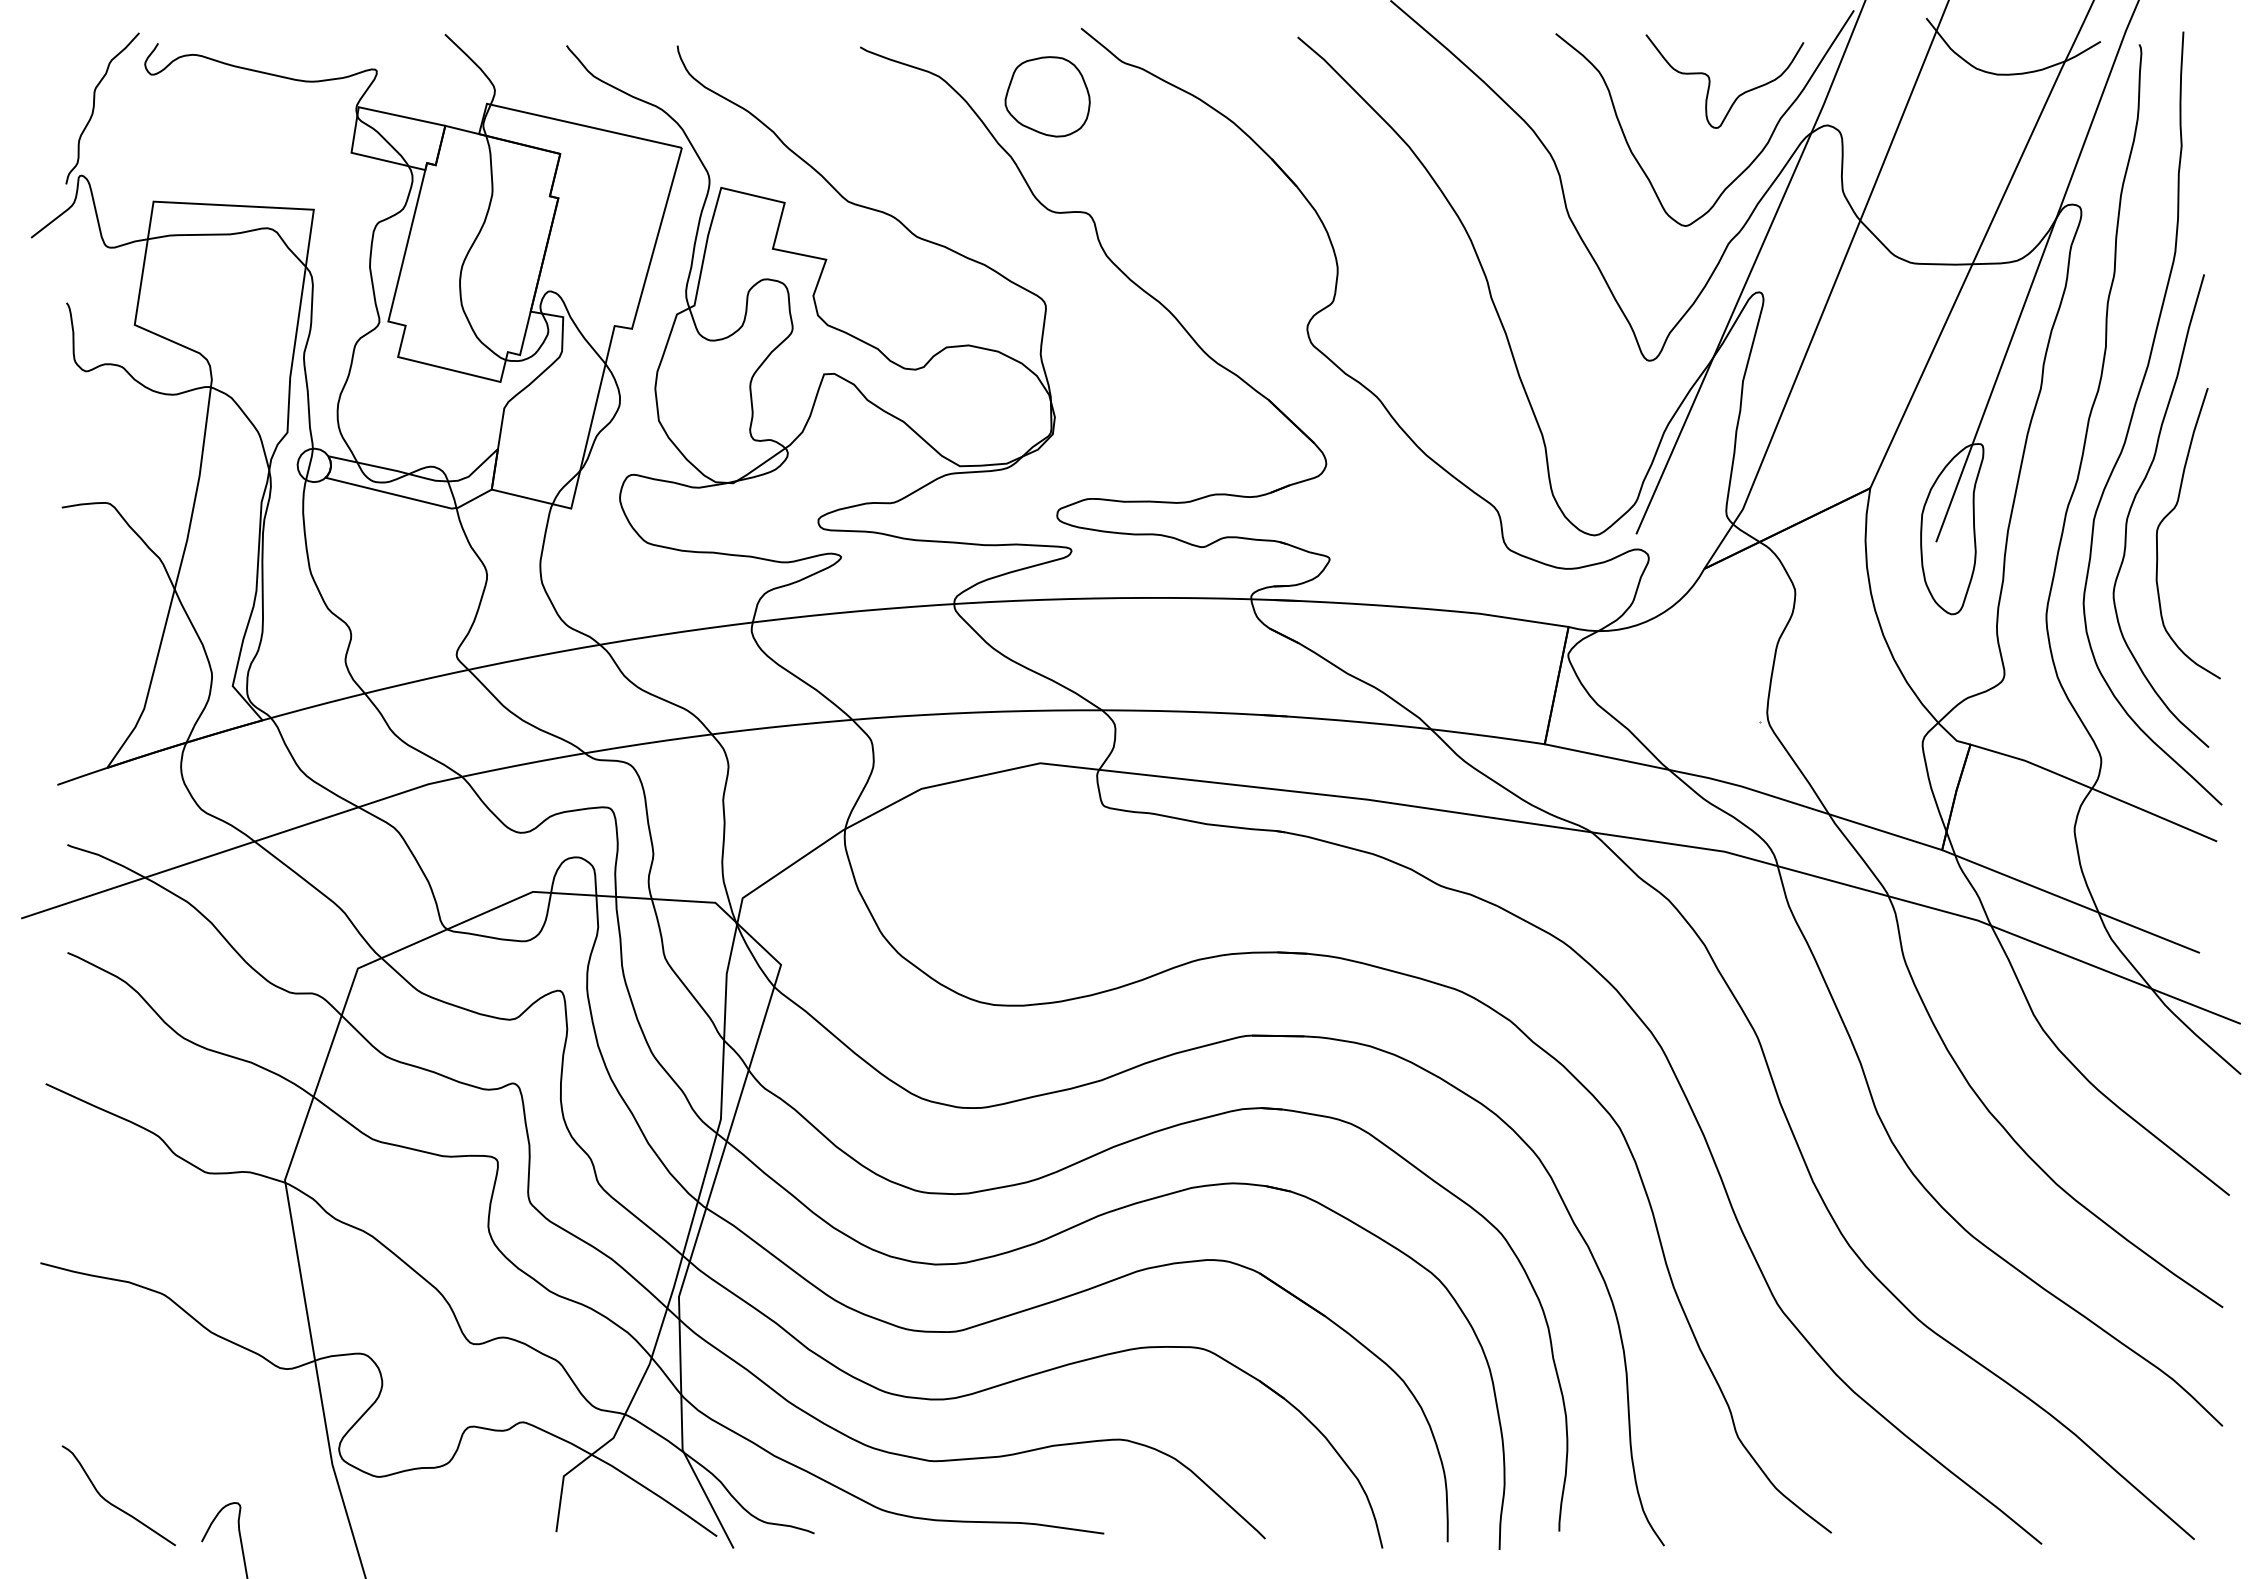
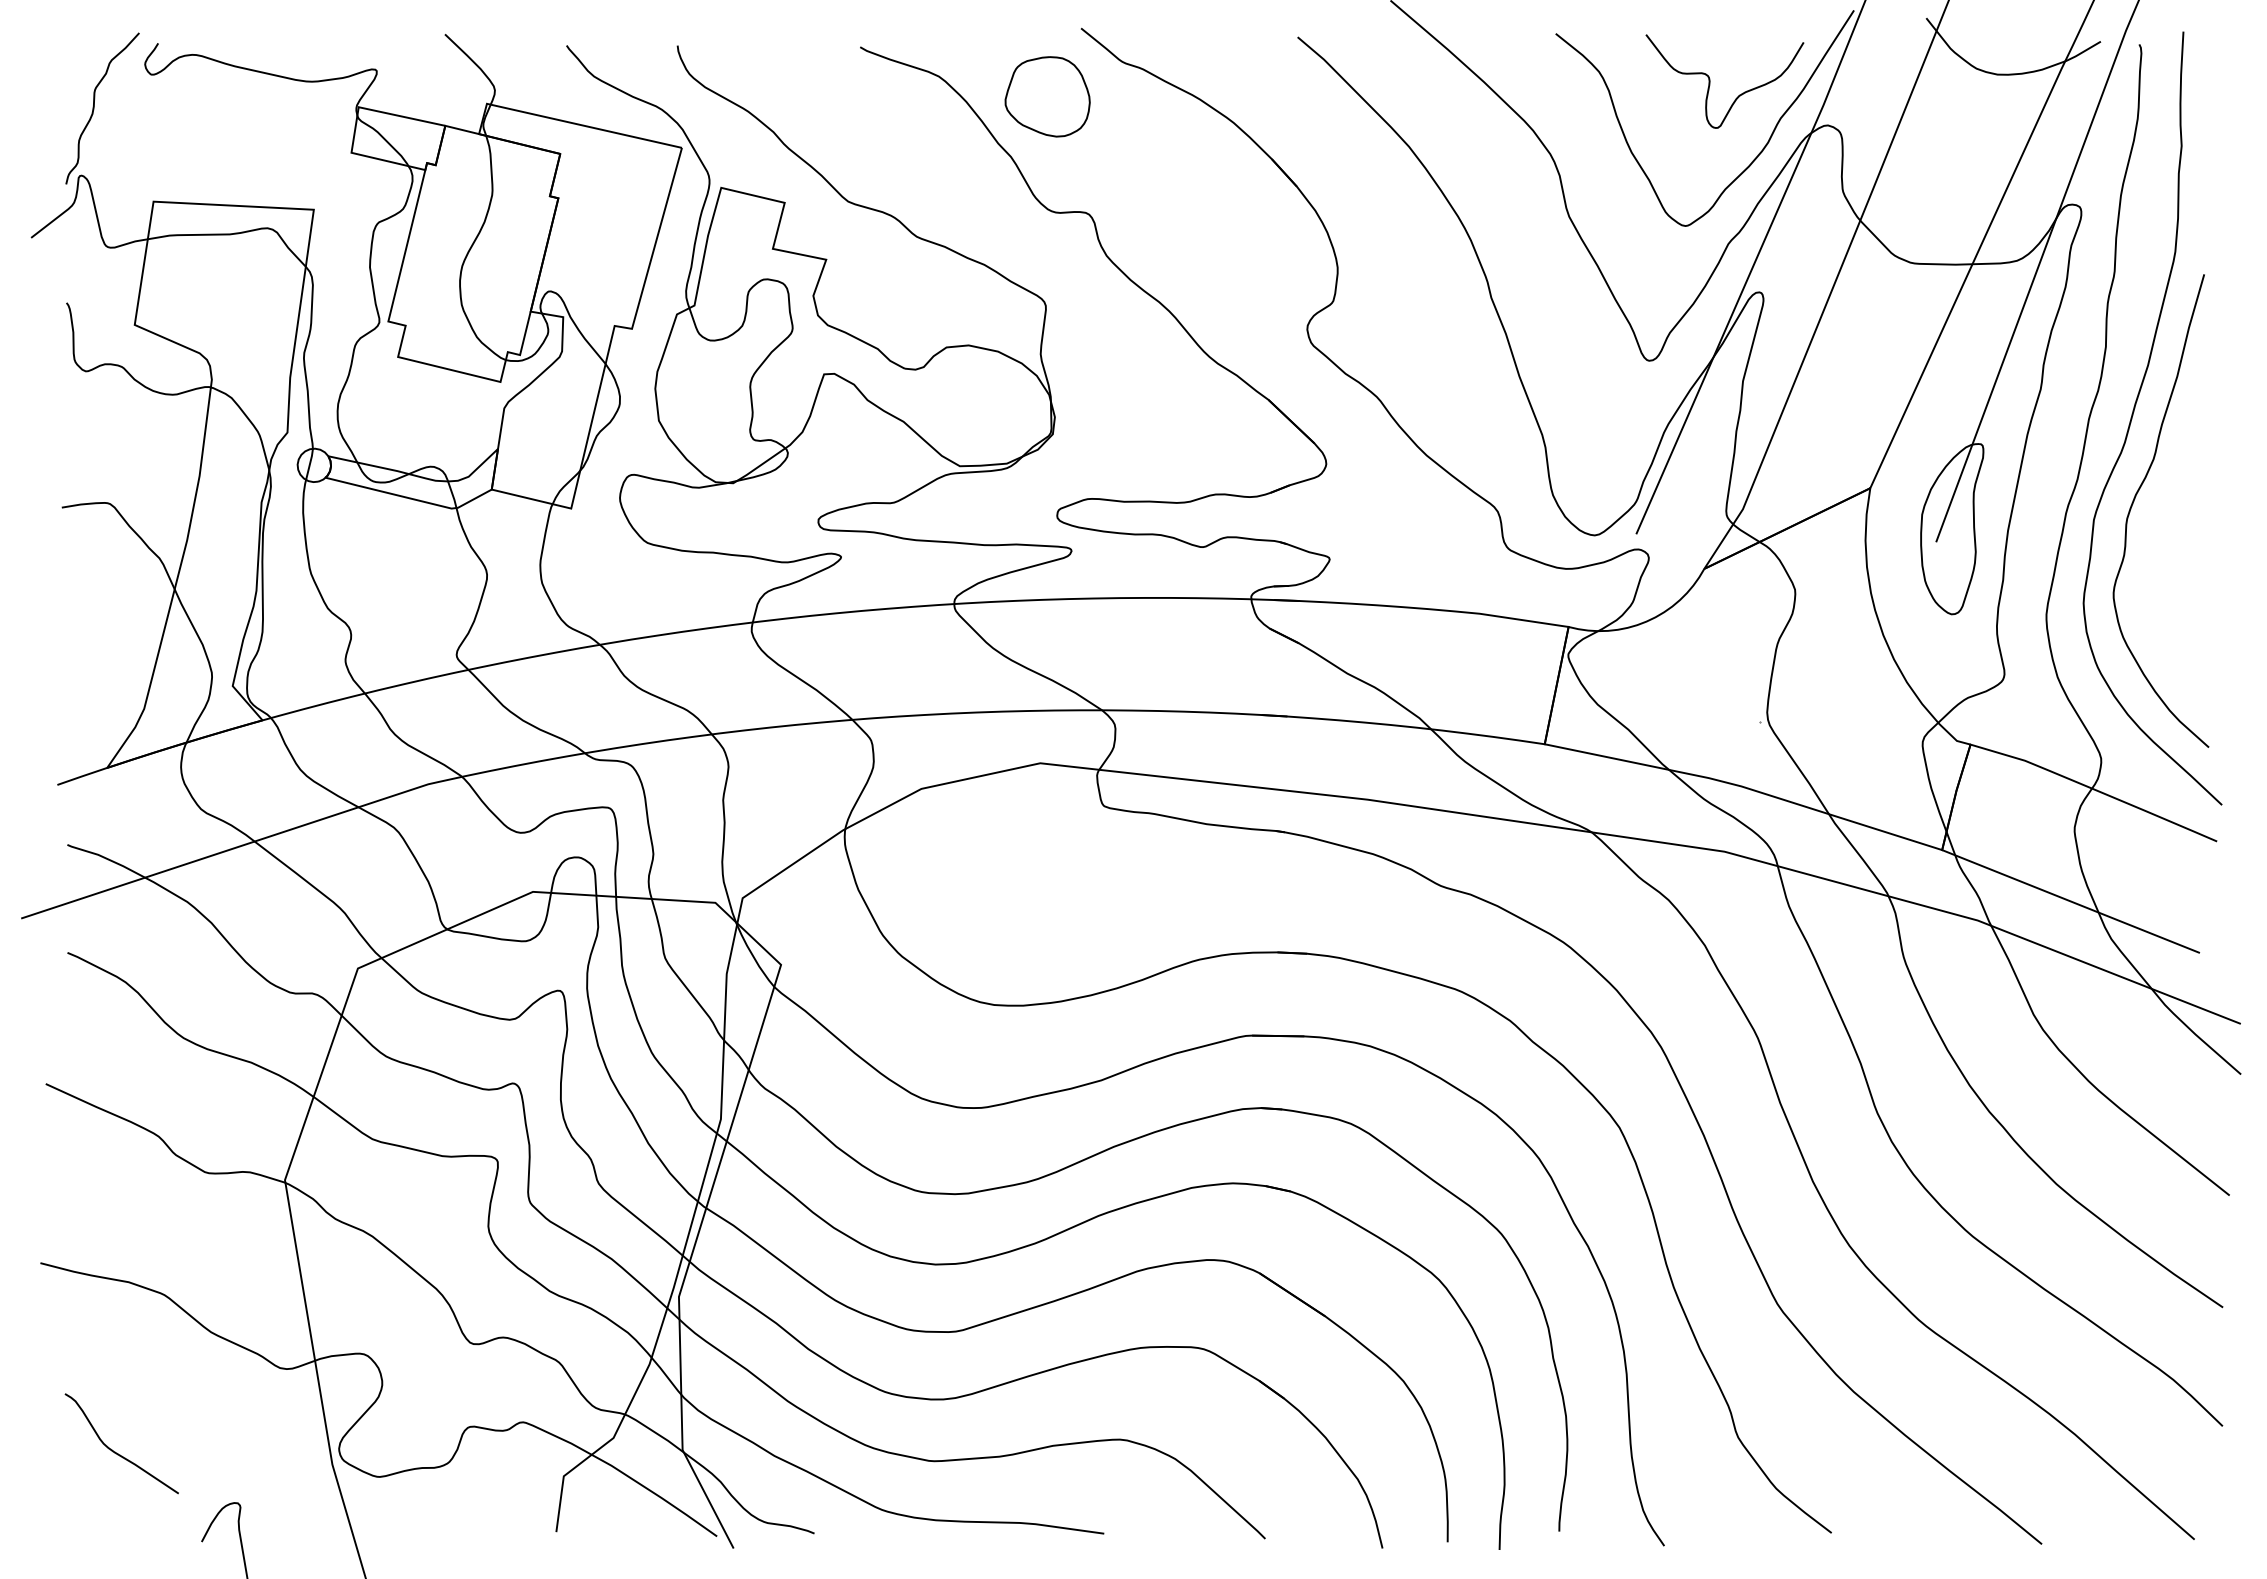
curve at (2169, 514): present -> none
curve at (112, 1503) position: (112, 1503) -> (115, 1451)
